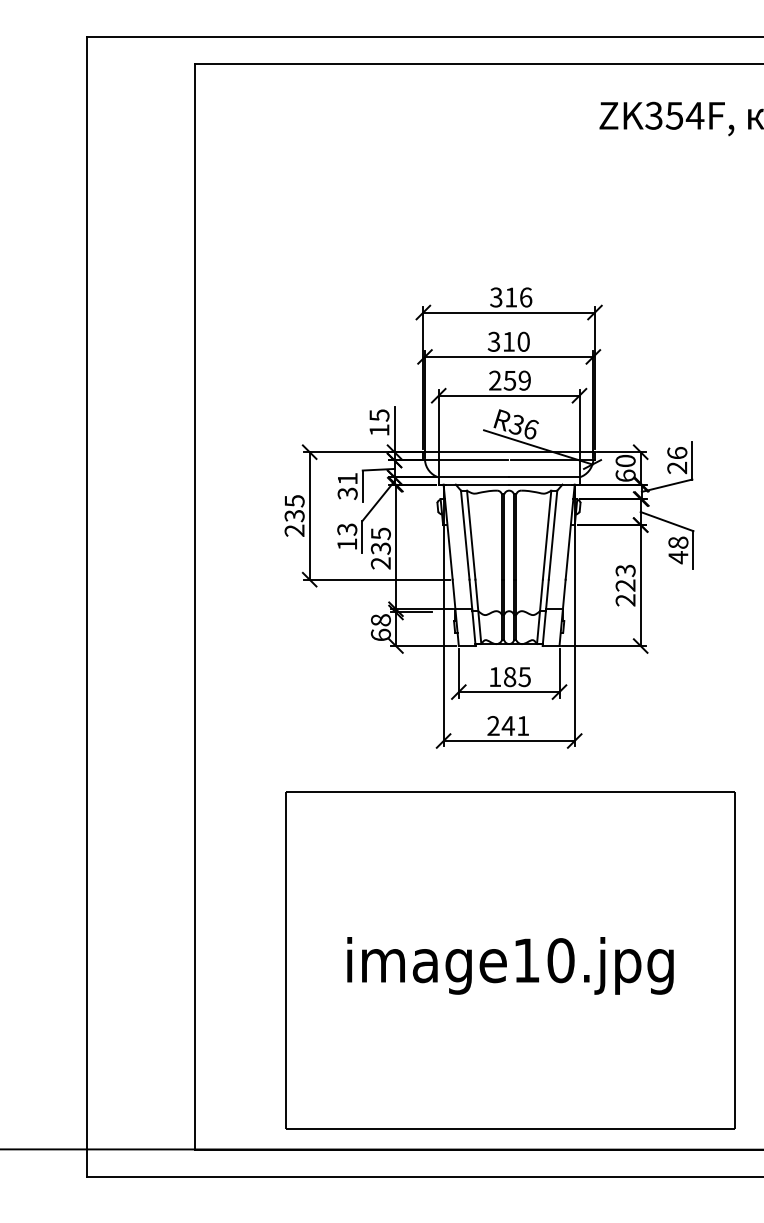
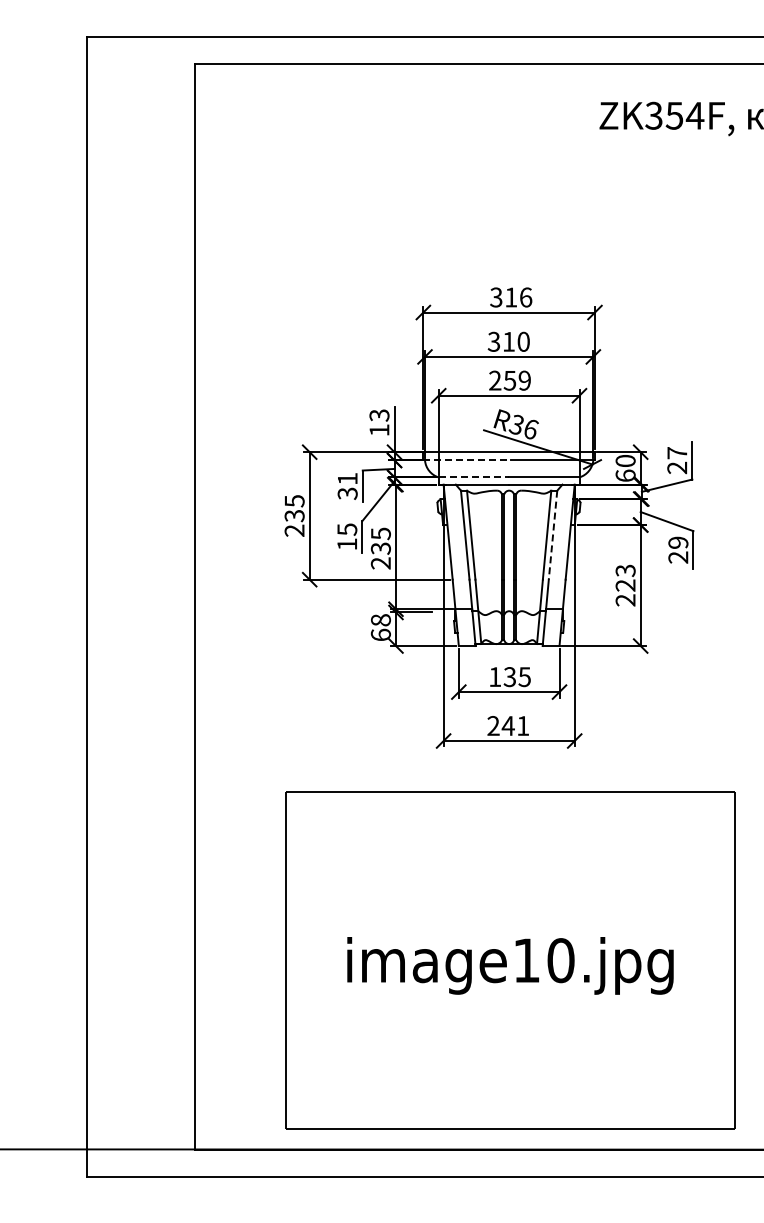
text at (379, 415): 15 -> 13
text at (677, 453): 26 -> 27
line at (466, 460): solid -> dashed
line at (474, 477): solid -> dashed
text at (346, 529): 13 -> 15
line at (553, 535): solid -> dashed
text at (678, 550): 48 -> 29
text at (509, 676): 185 -> 135
